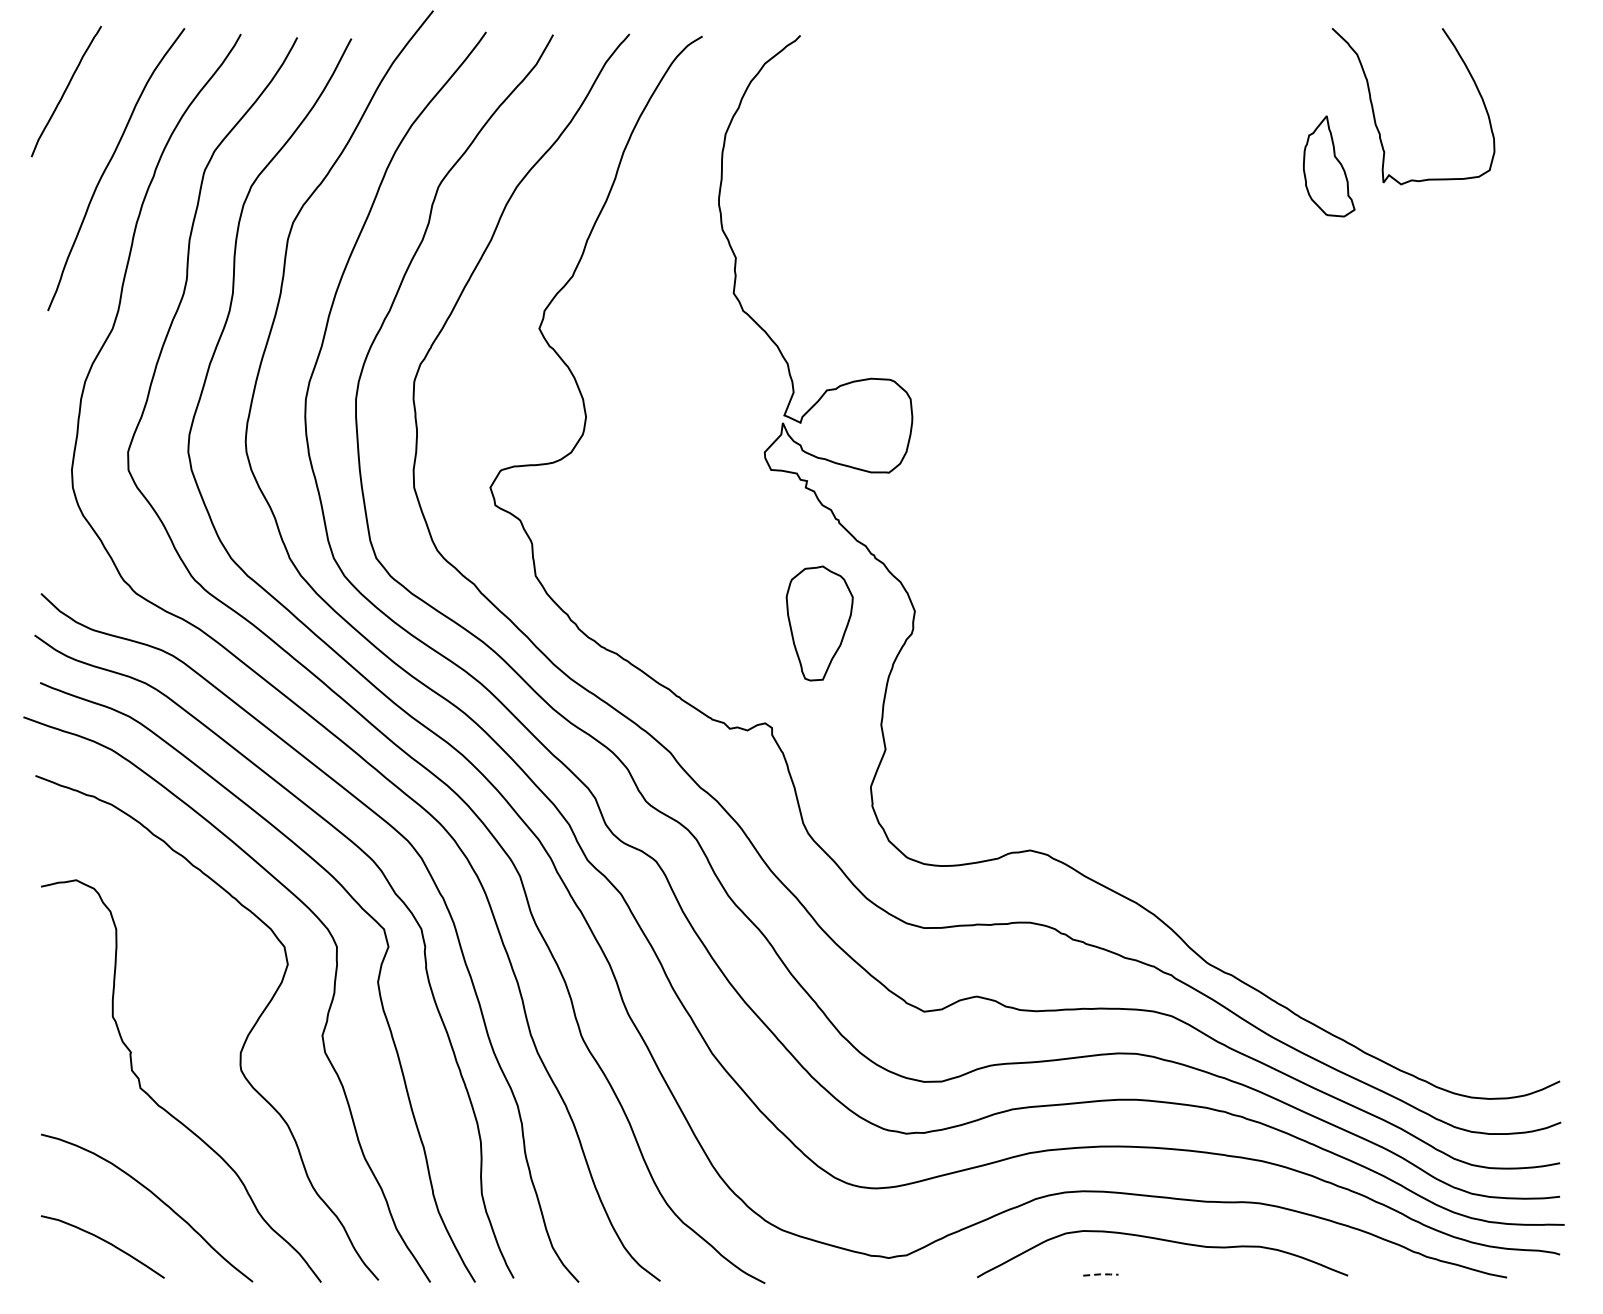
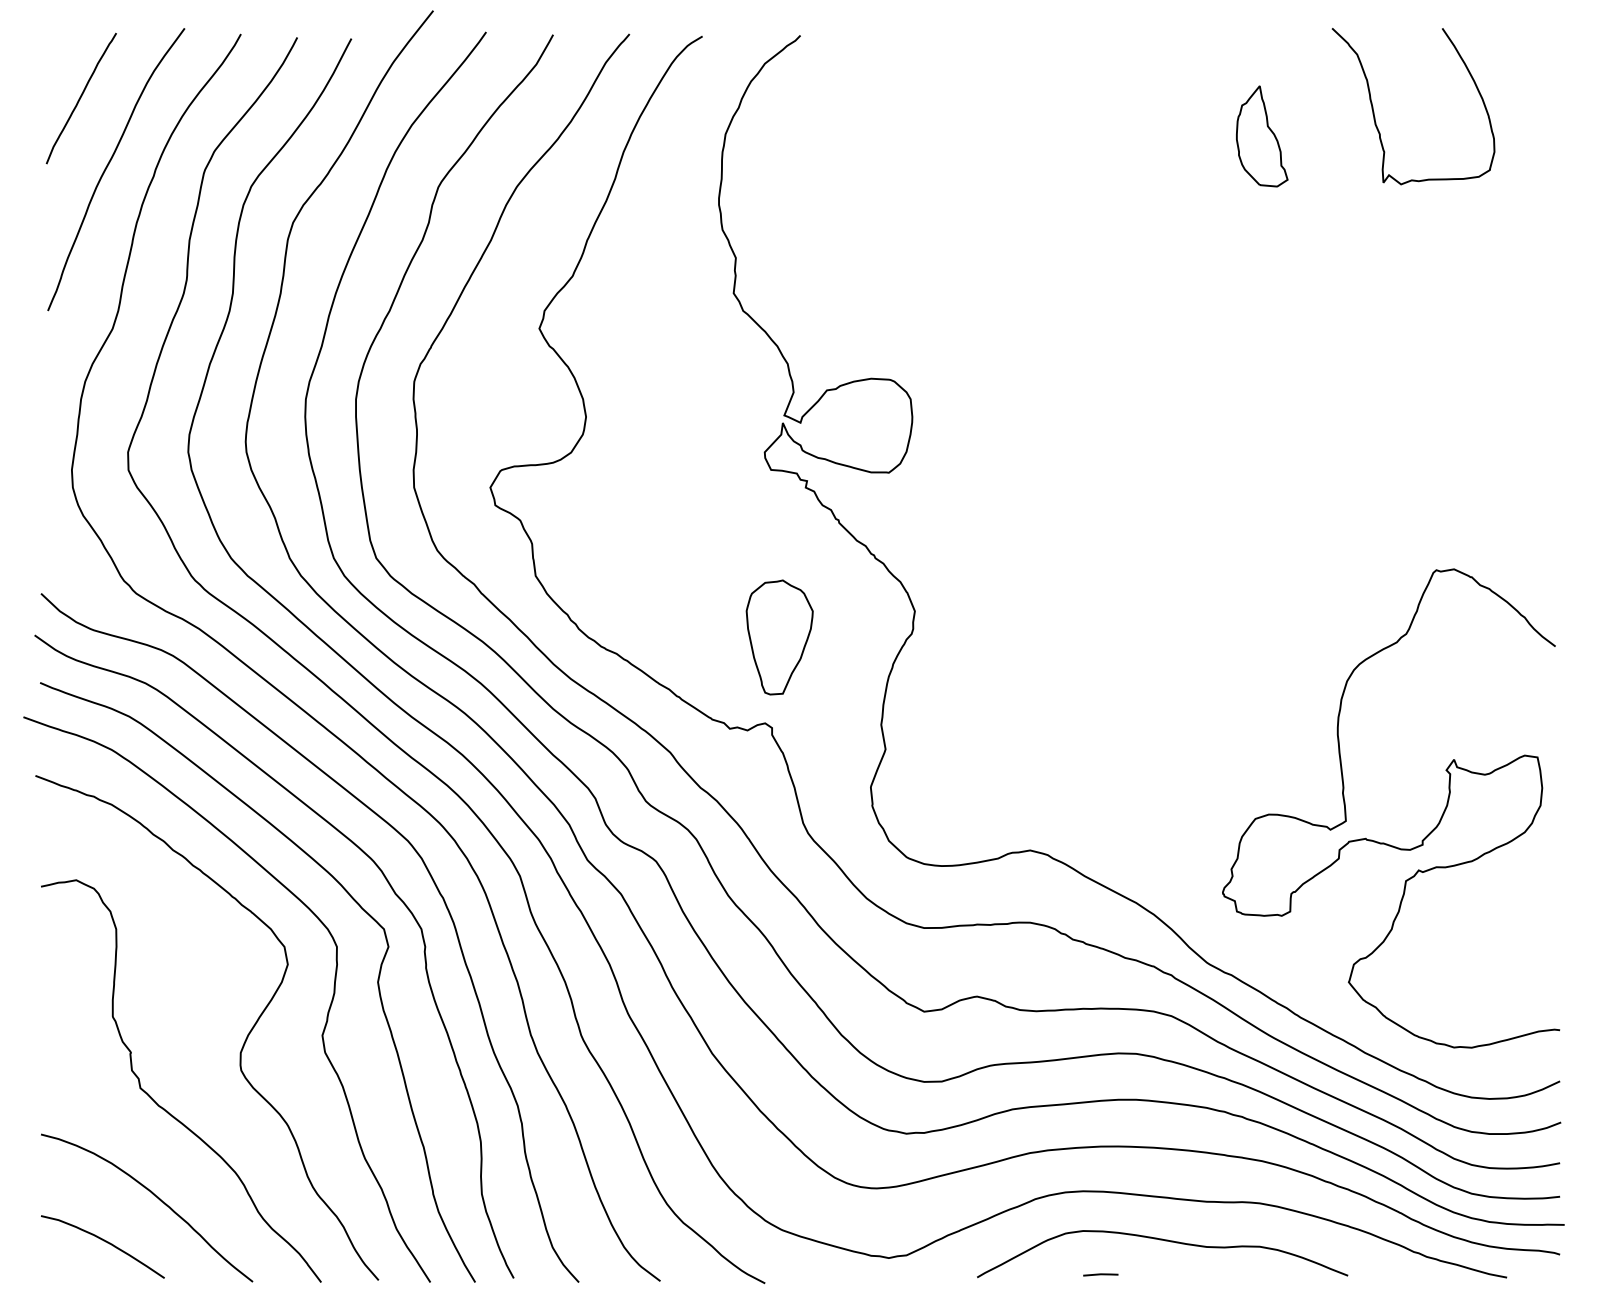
curve at (65, 91) position: (65, 91) -> (80, 98)
part at (1329, 166) position: (1329, 166) -> (1262, 136)
part at (819, 623) position: (819, 623) -> (779, 637)
curve at (1384, 842): none -> present
line at (1101, 1274): dashed -> solid
